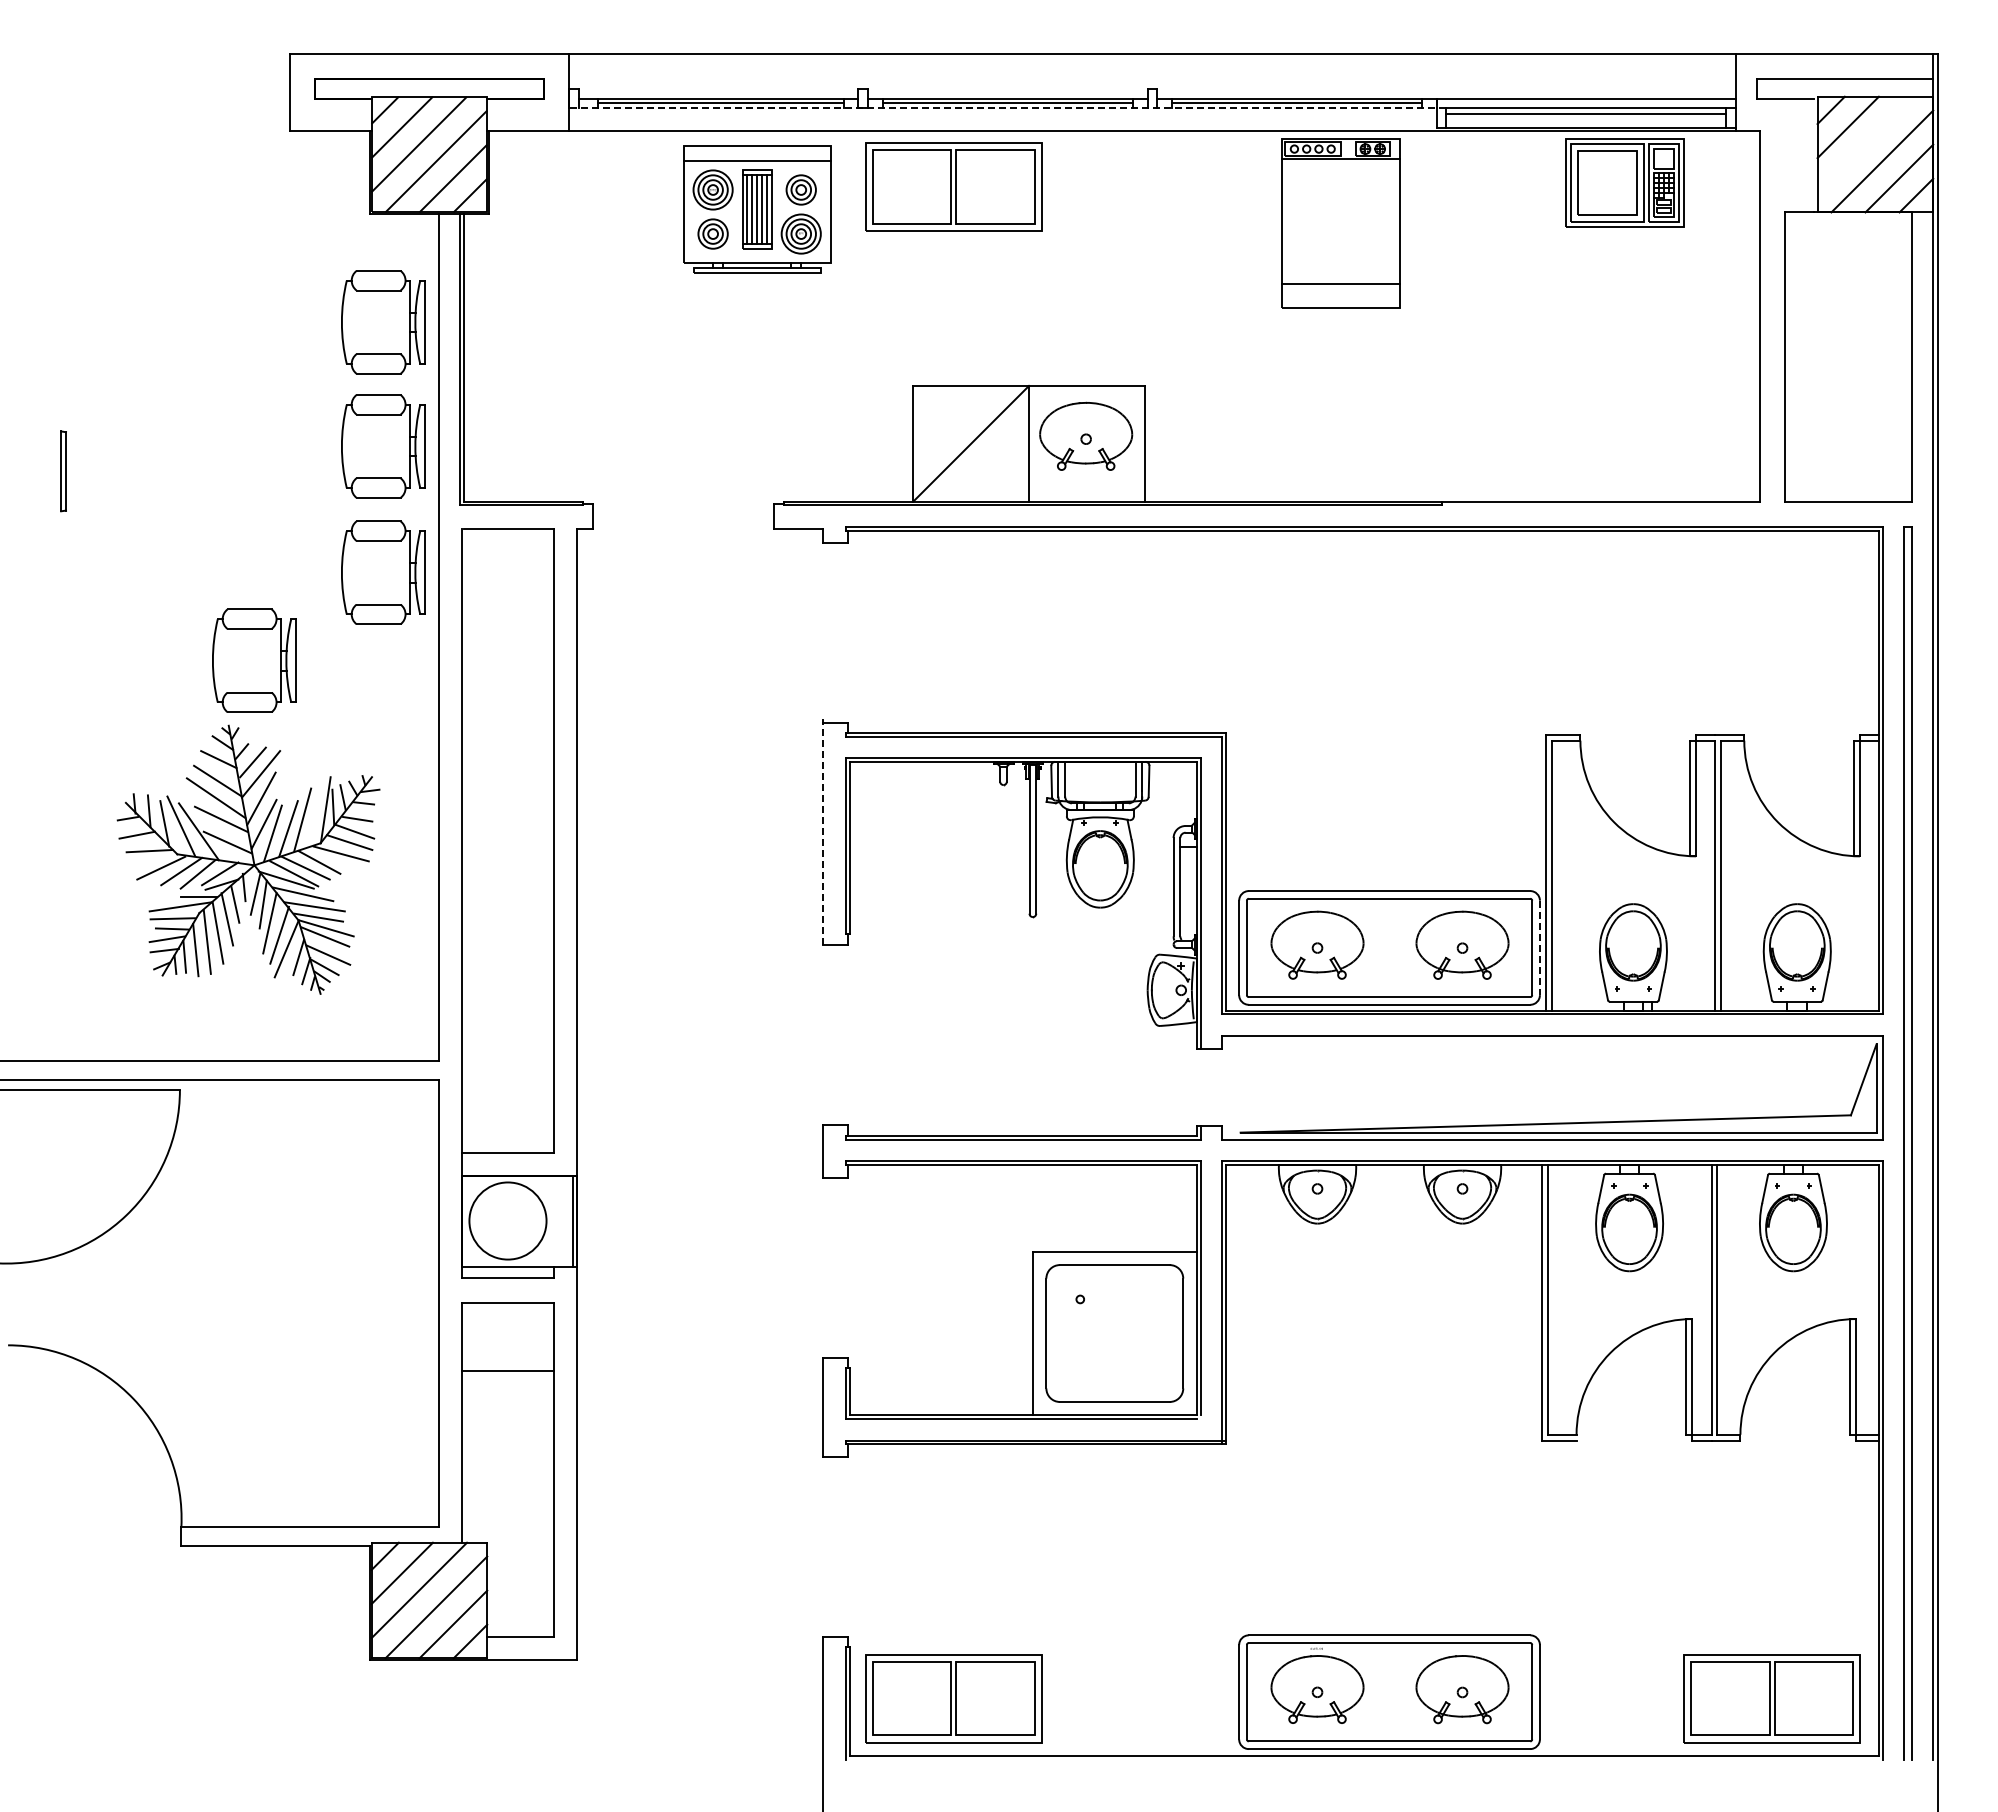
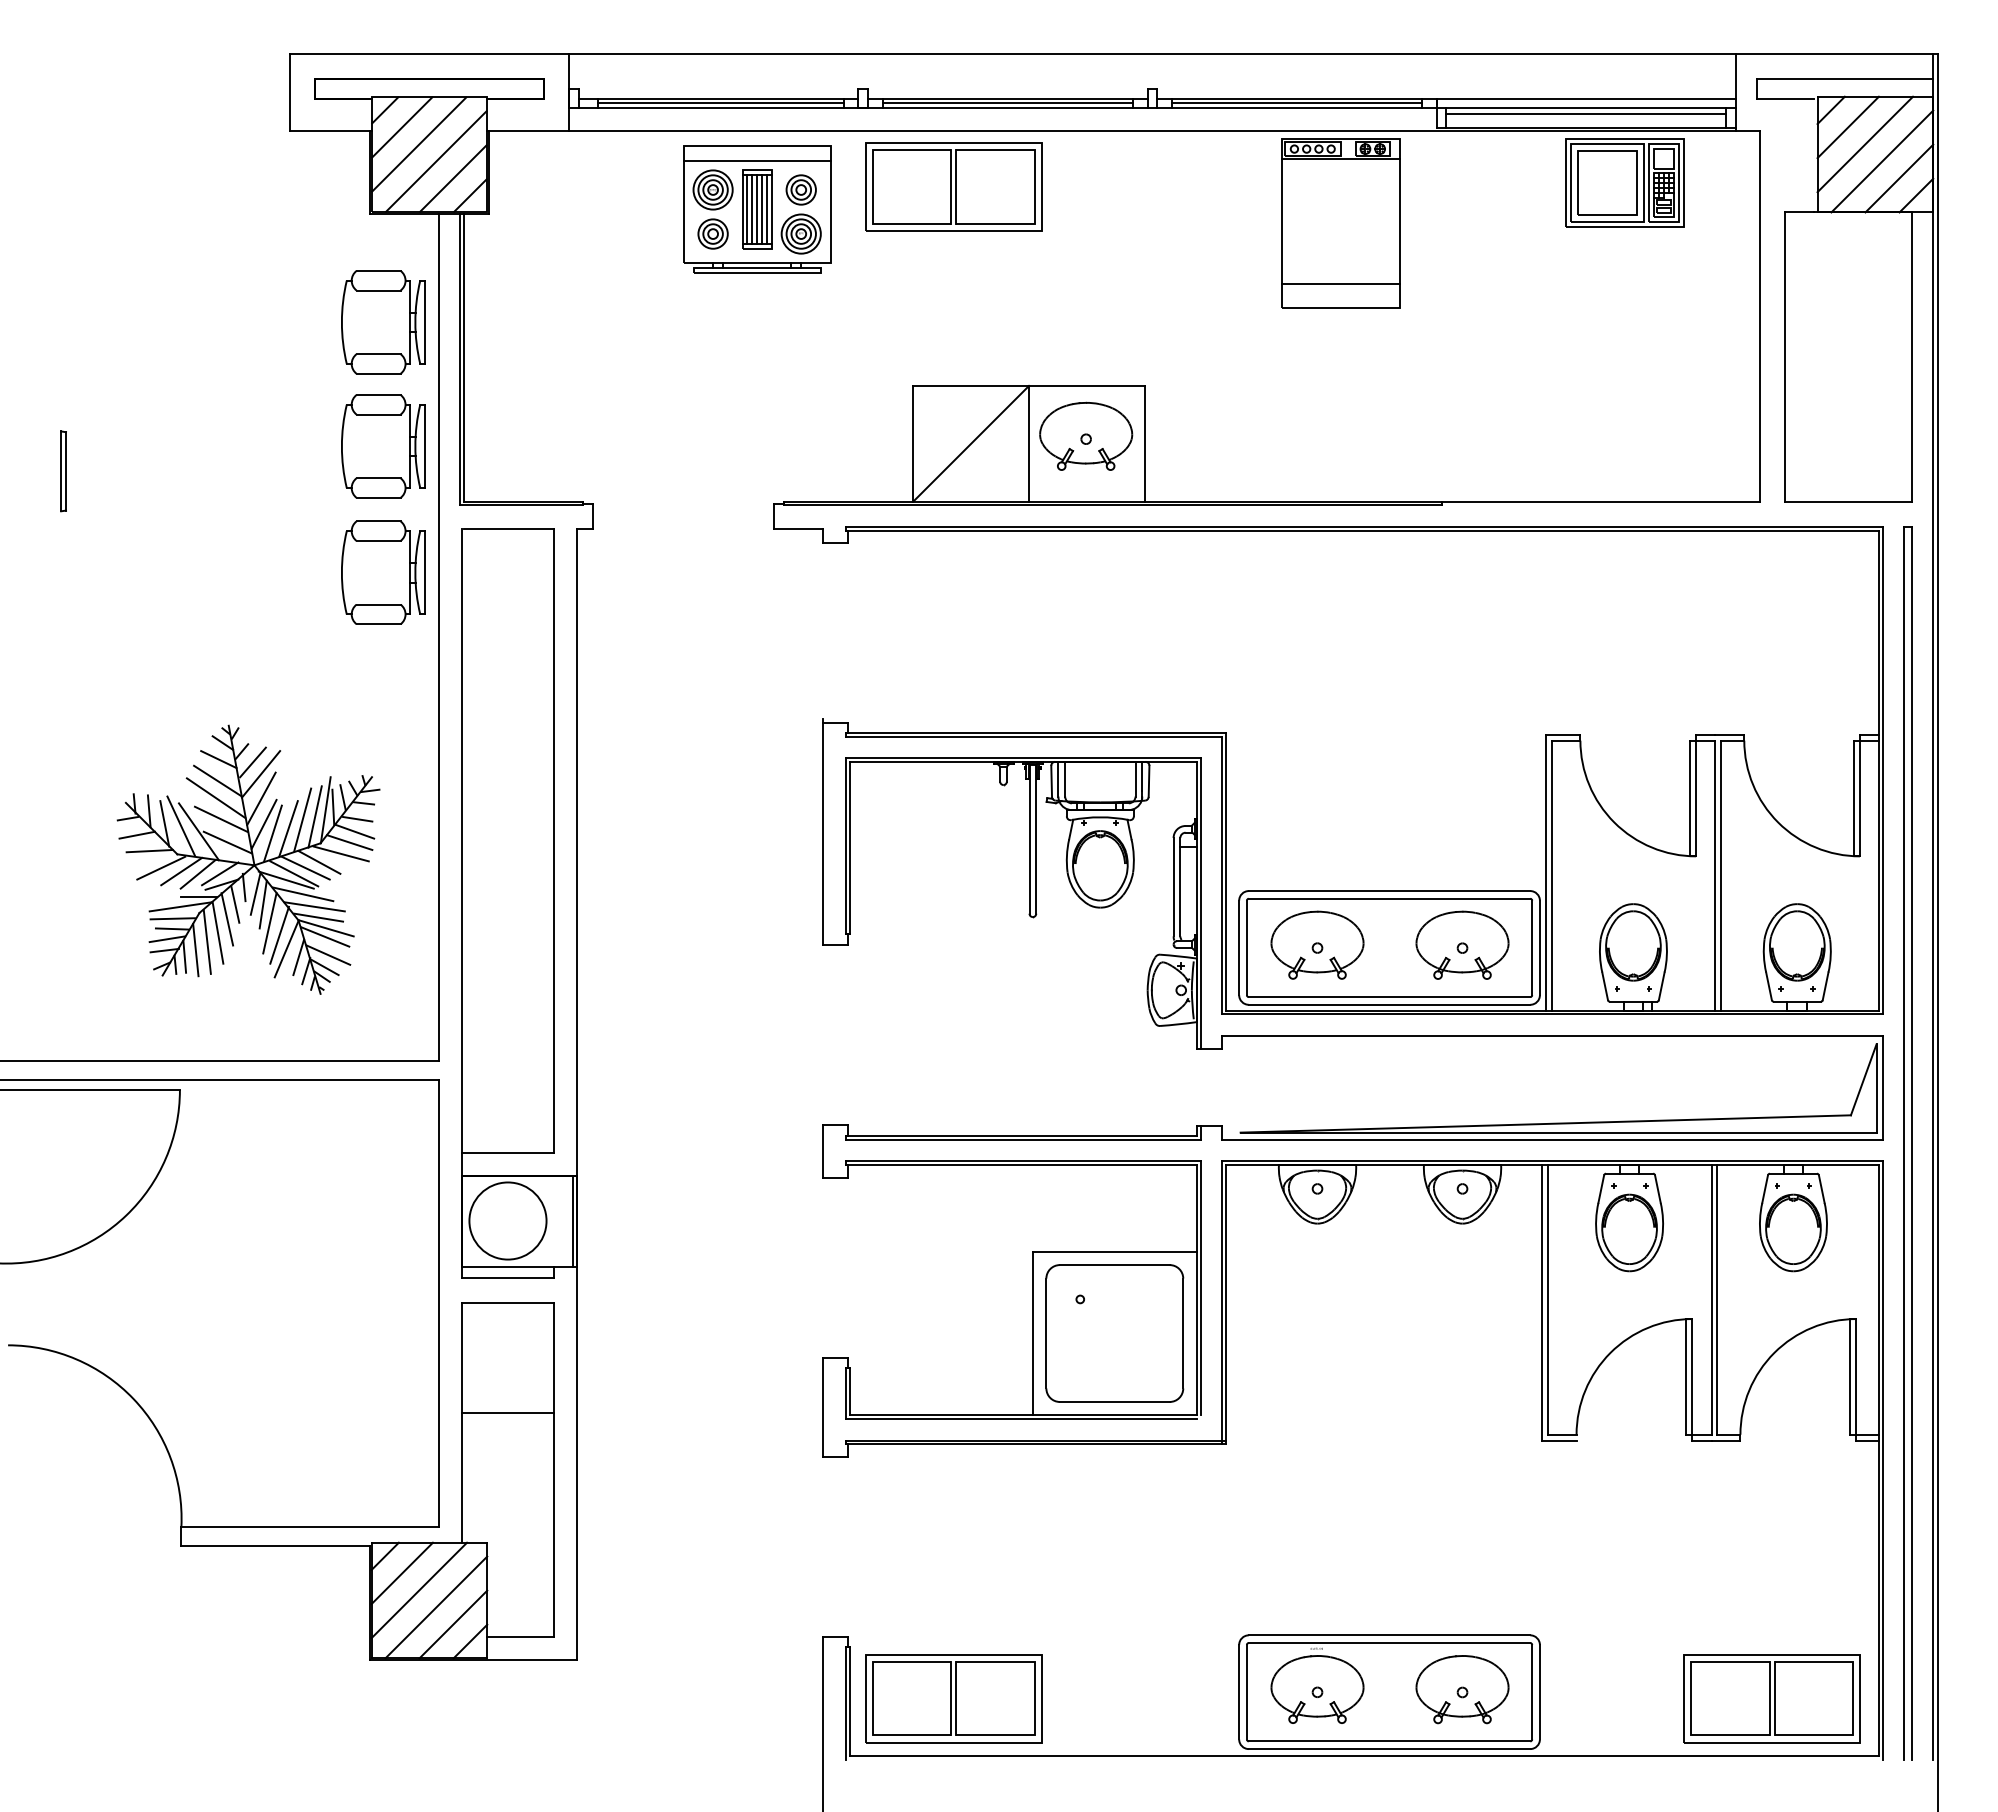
line at (1007, 108): dashed -> solid
line at (1865, 144): none -> present
part at (254, 660): present -> none
line at (314, 816): none -> present
line at (822, 831): dashed -> solid
line at (1539, 948): dashed -> solid
line at (507, 1370) position: (507, 1370) -> (507, 1412)
